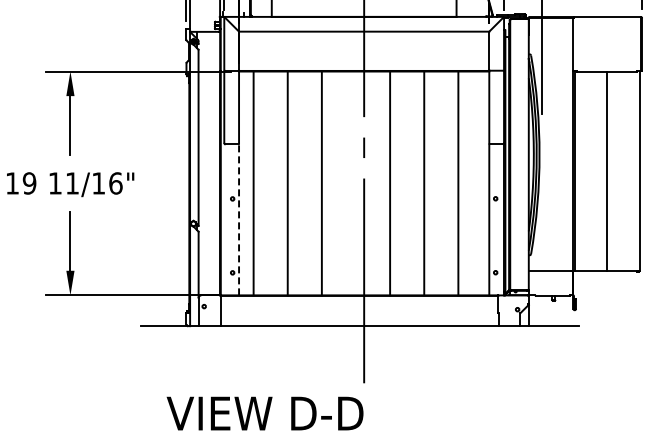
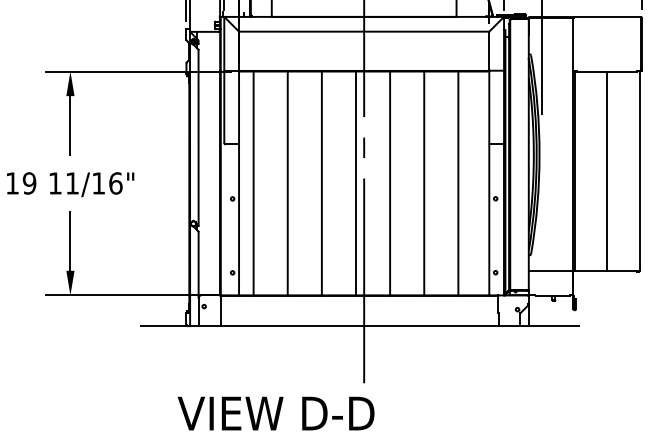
line at (355, 183): none -> present
line at (239, 219): dashed -> solid
text at (264, 413) position: (264, 413) -> (275, 413)
